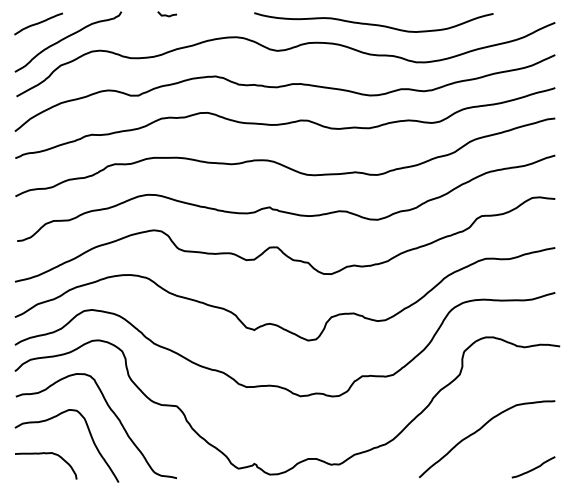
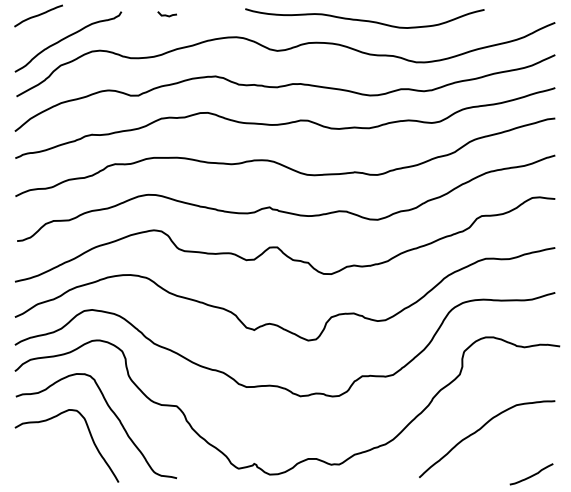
curve at (38, 23) position: (38, 23) -> (38, 15)
curve at (373, 23) position: (373, 23) -> (364, 19)
curve at (46, 454): present -> none
curve at (534, 467) position: (534, 467) -> (532, 474)
